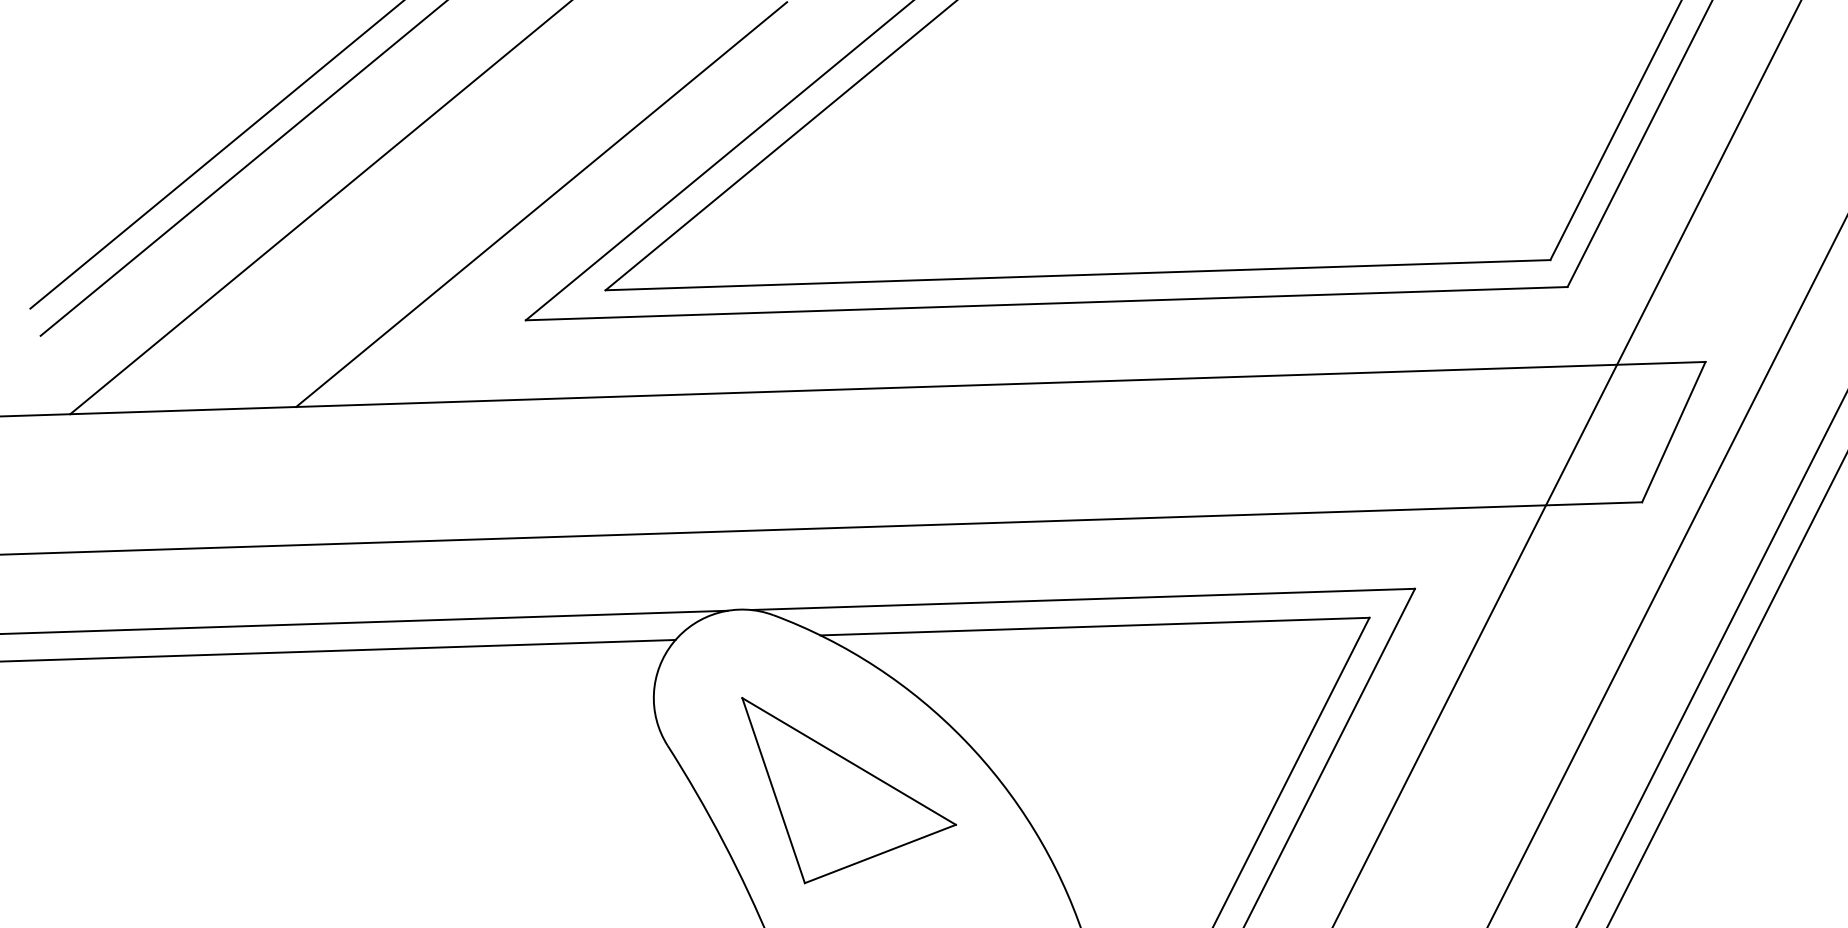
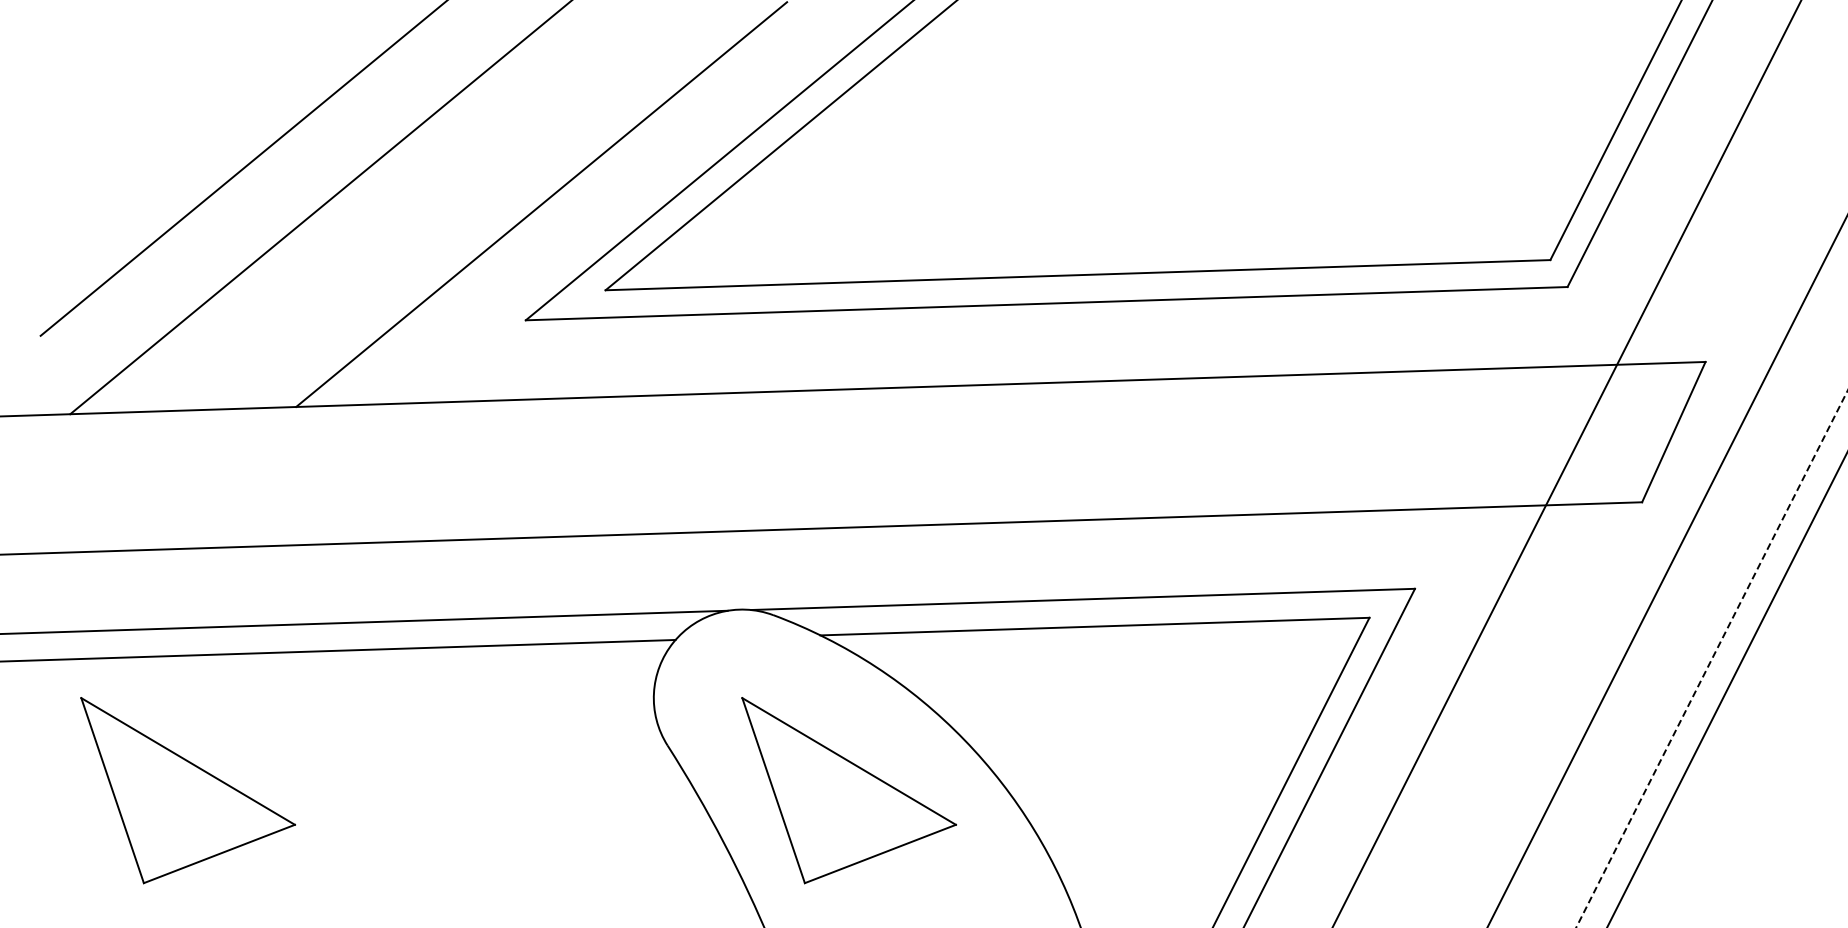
line at (215, 155): present -> none
line at (1711, 659): solid -> dashed
part at (187, 790): none -> present
